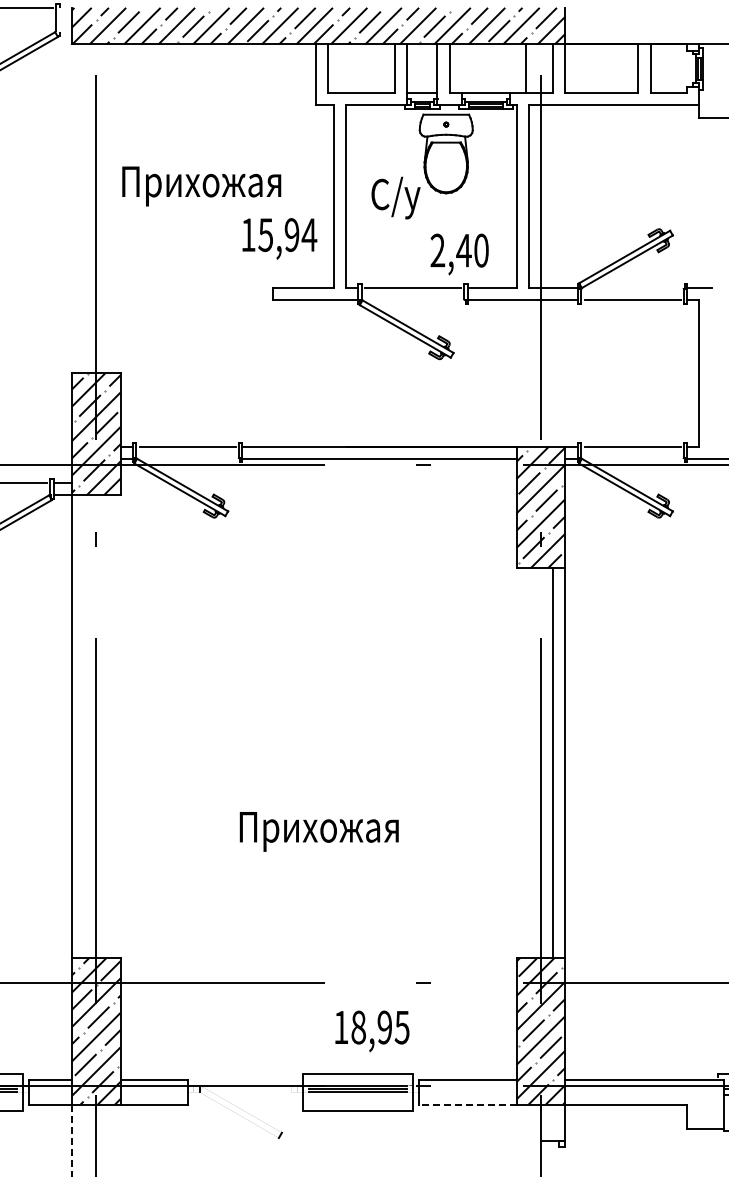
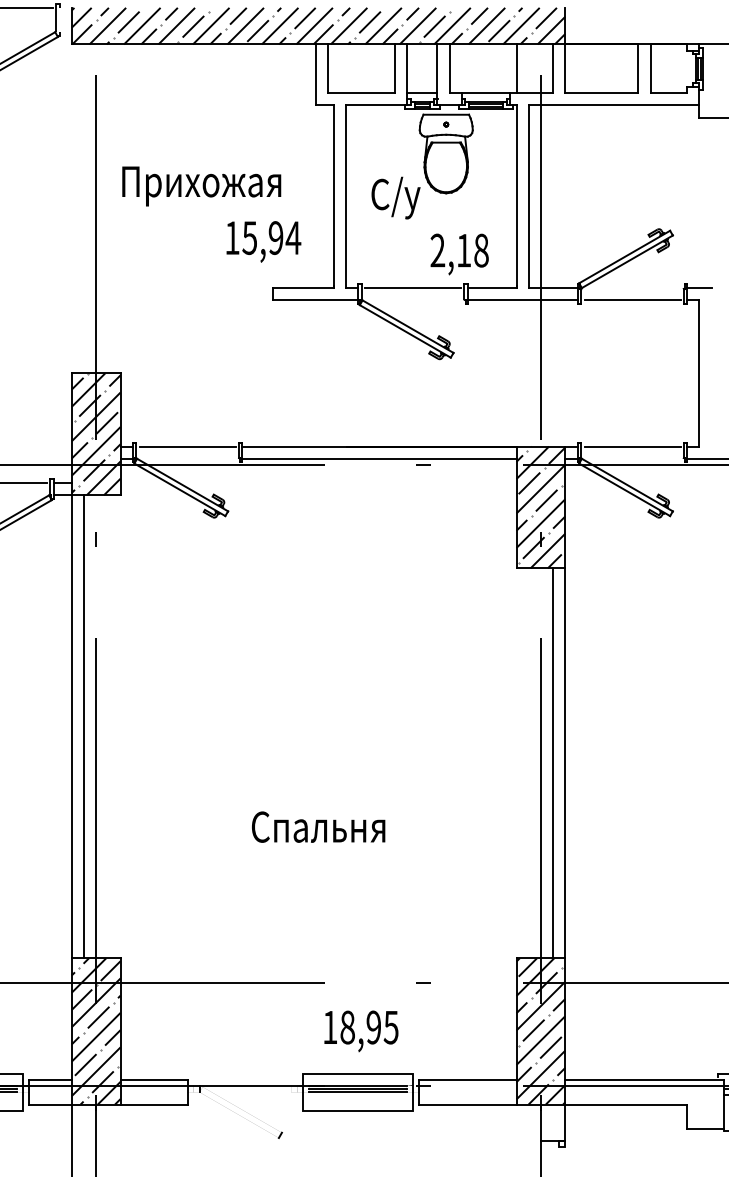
line at (525, 68) position: (525, 68) -> (516, 68)
text at (279, 238) position: (279, 238) -> (263, 241)
text at (472, 250): 2,40 -> 2,18
line at (84, 726): none -> present
text at (318, 831): Прихожая -> Спальня
text at (372, 1031) position: (372, 1031) -> (361, 1031)
line at (467, 1104): dashed -> solid
line at (71, 1140): dashed -> solid
